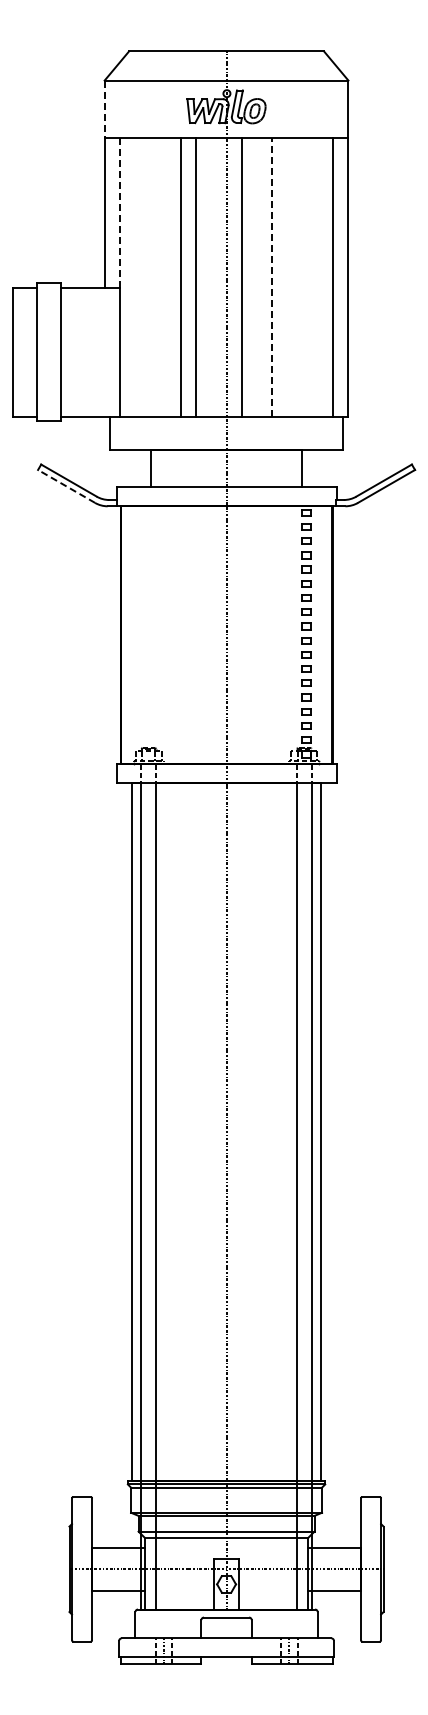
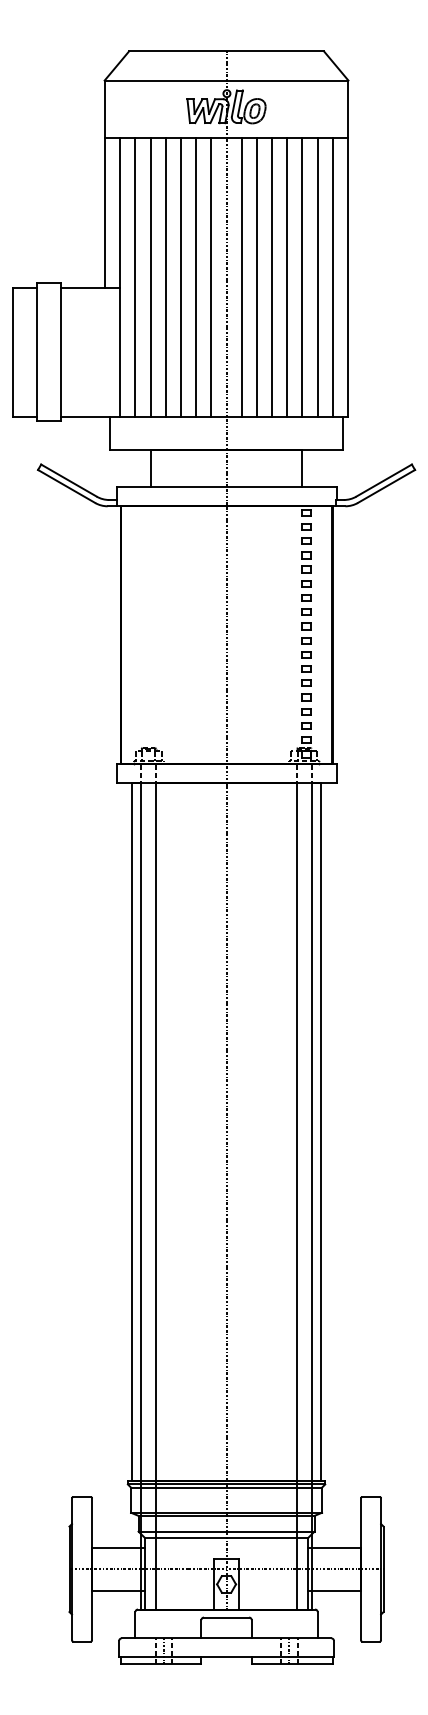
line at (104, 109): dashed -> solid
line at (120, 212): dashed -> solid
line at (135, 276): none -> present
line at (150, 276): none -> present
line at (165, 276): none -> present
line at (211, 276): none -> present
line at (256, 276): none -> present
line at (287, 276): none -> present
line at (302, 276): none -> present
line at (317, 276): none -> present
line at (272, 277): dashed -> solid
line at (66, 486): dashed -> solid
